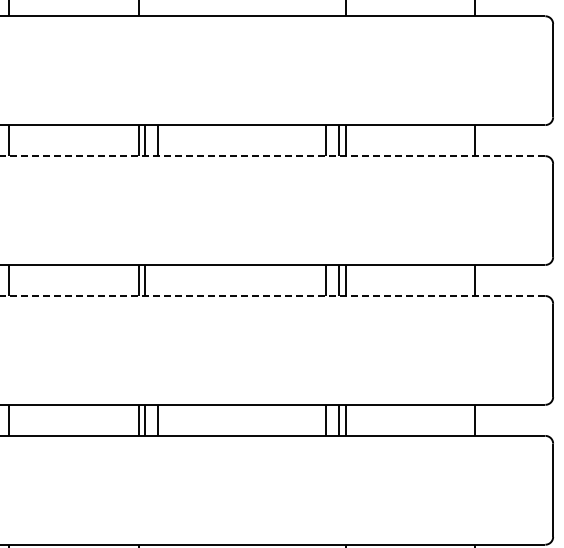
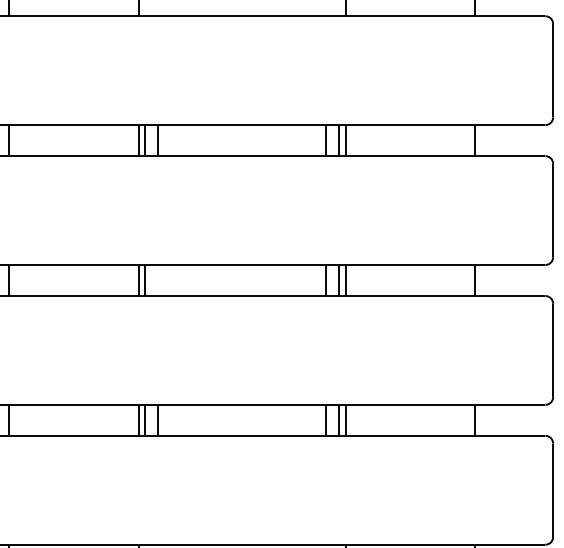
line at (272, 156): dashed -> solid
line at (272, 296): dashed -> solid
